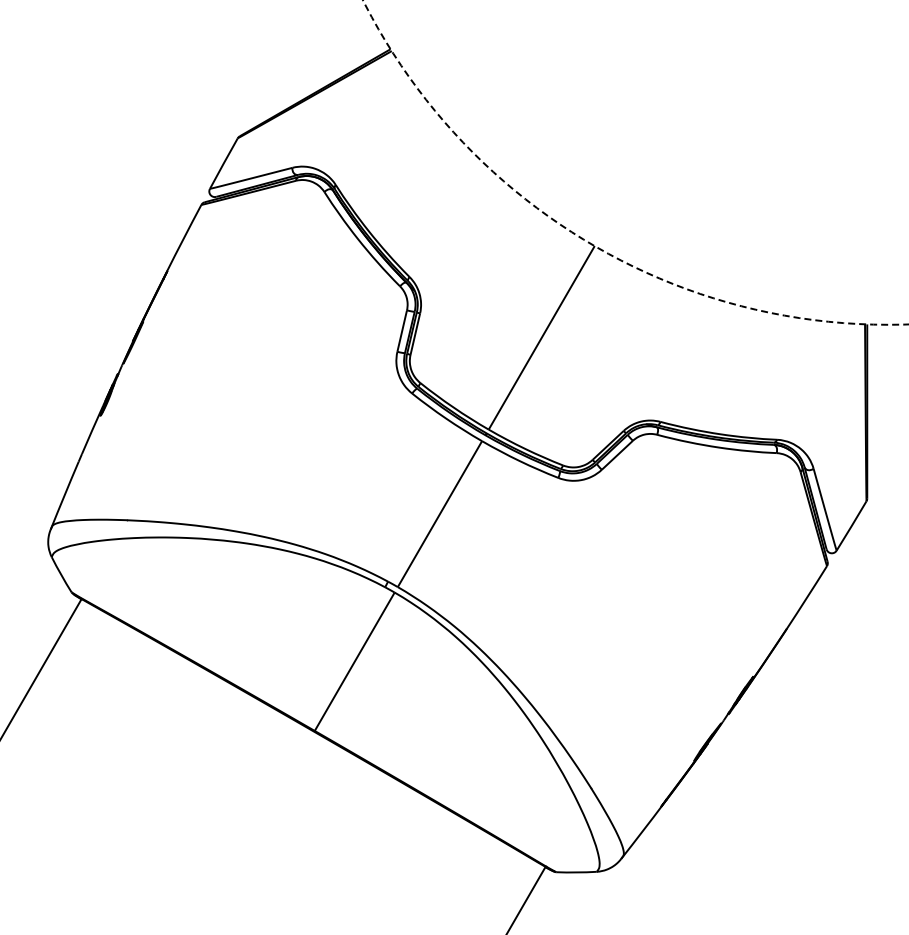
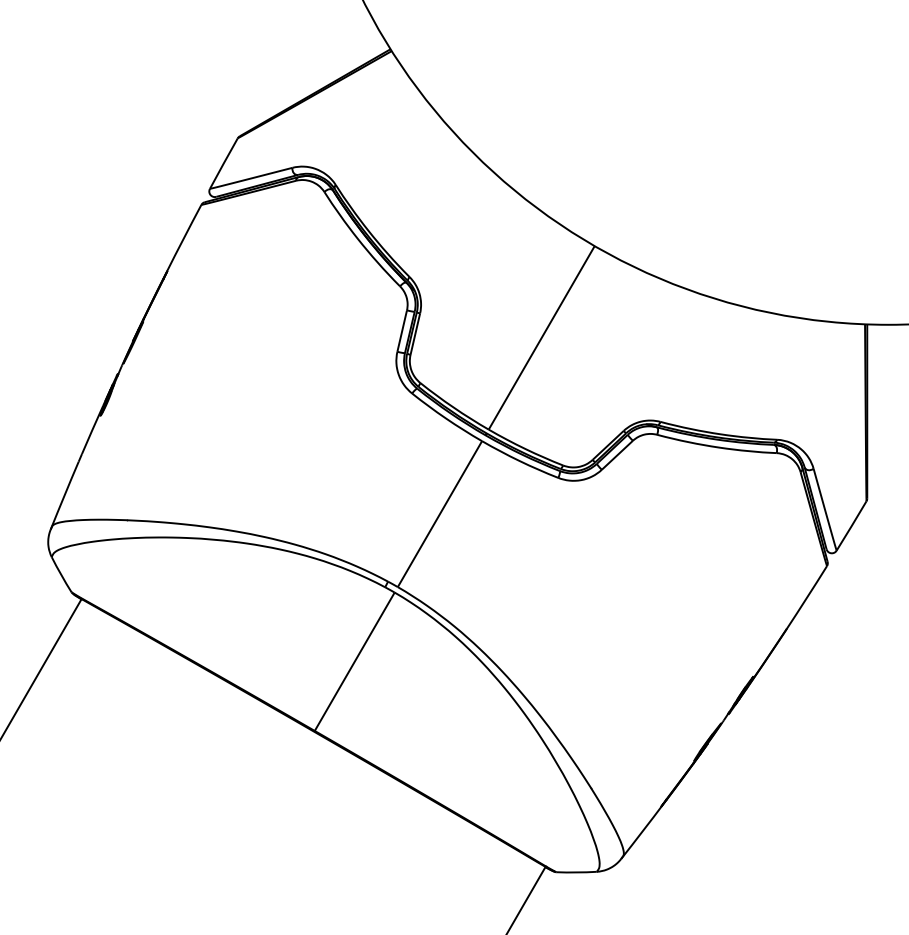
circle at (635, 162): dashed -> solid
